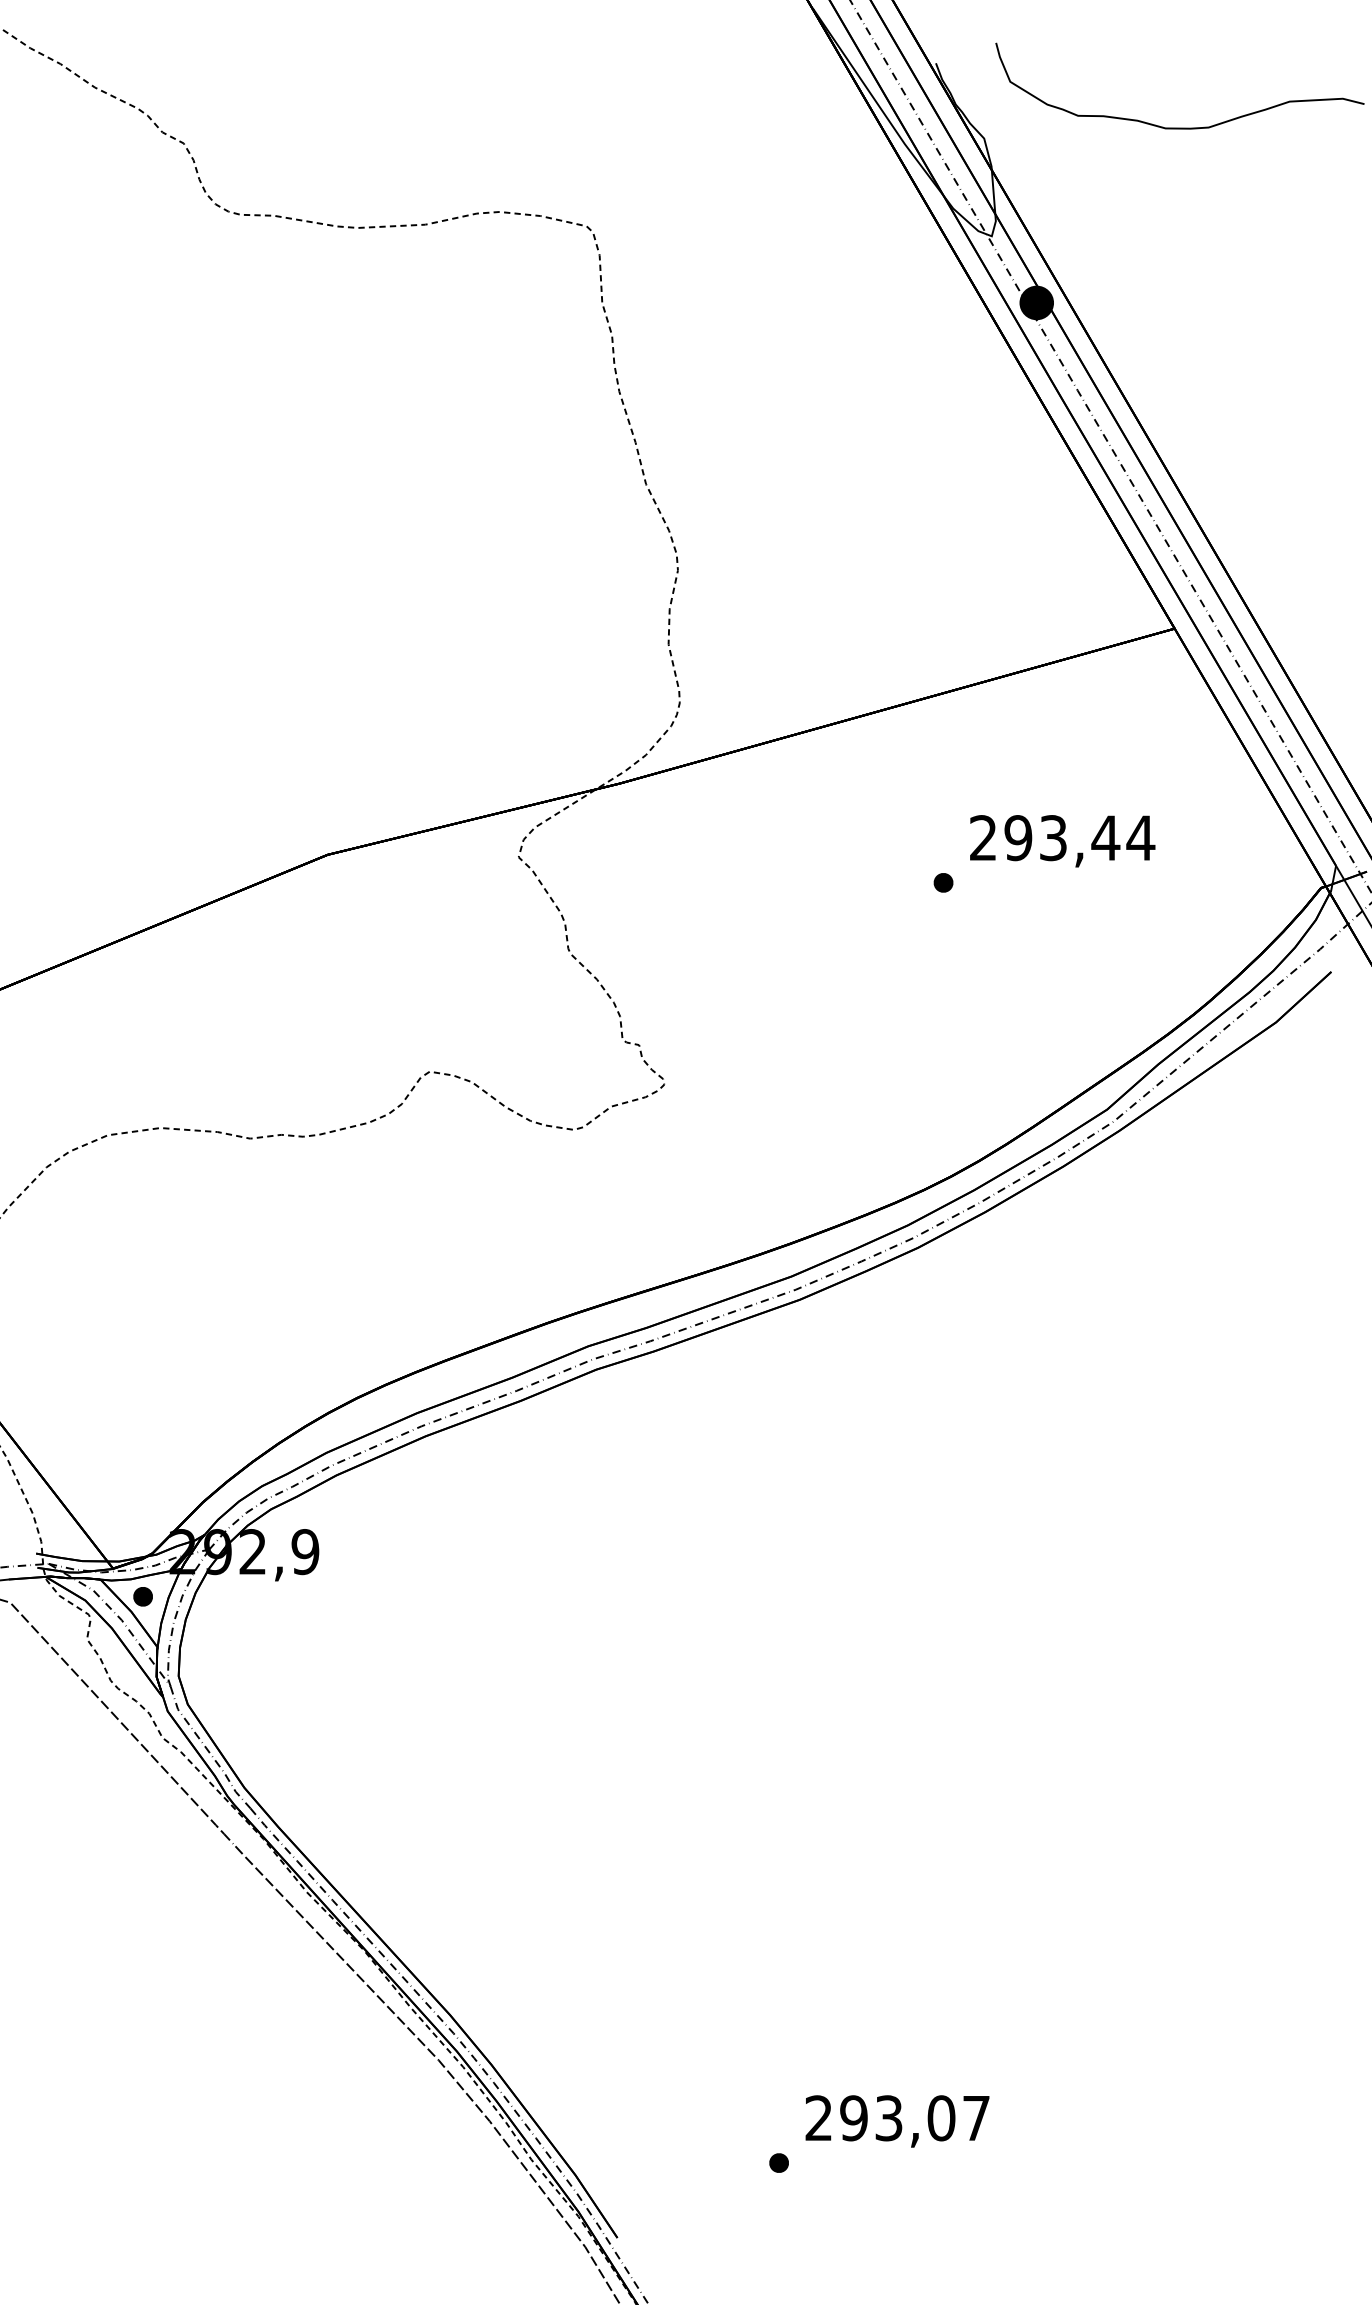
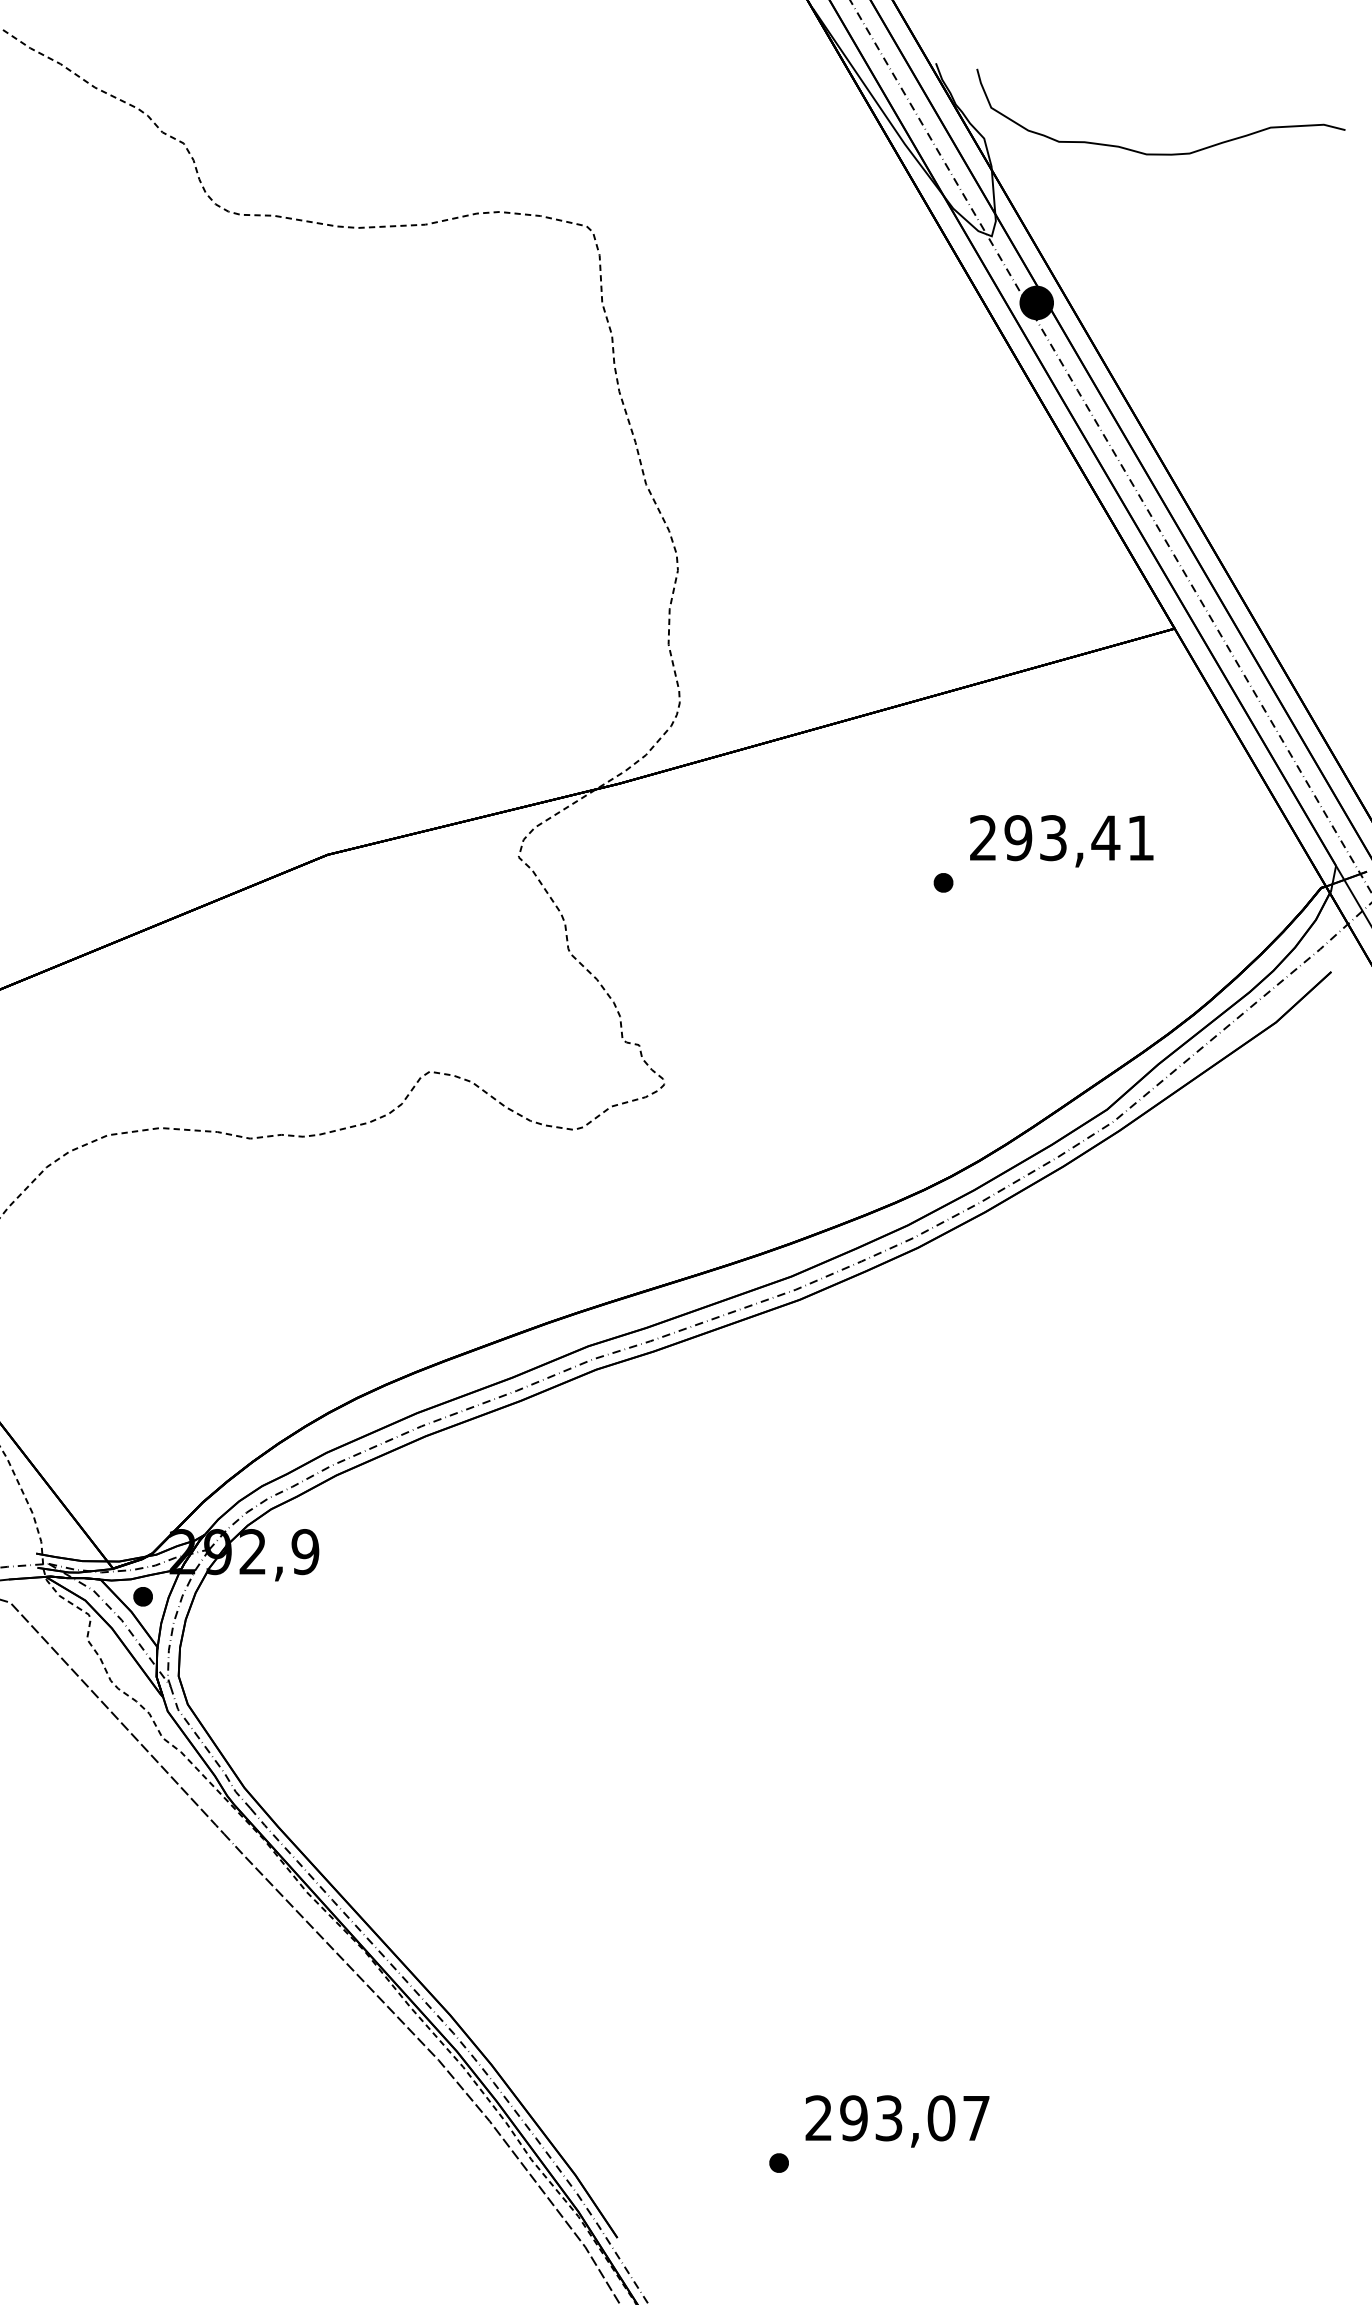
curve at (1179, 127) position: (1179, 127) -> (1160, 153)
text at (1140, 837): 293,44 -> 293,41
